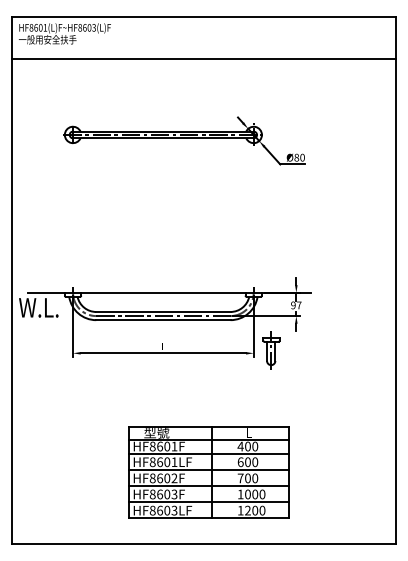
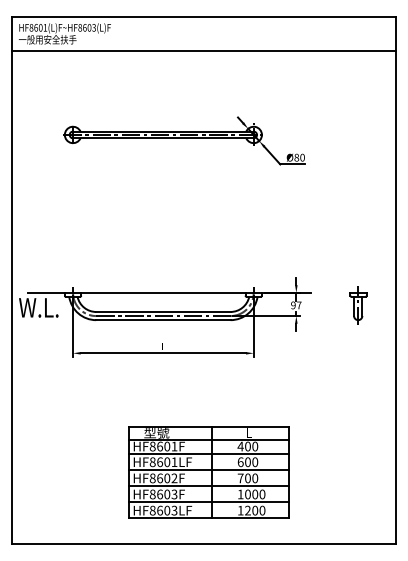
line at (203, 58) position: (203, 58) -> (203, 50)
part at (271, 350) position: (271, 350) -> (358, 305)
